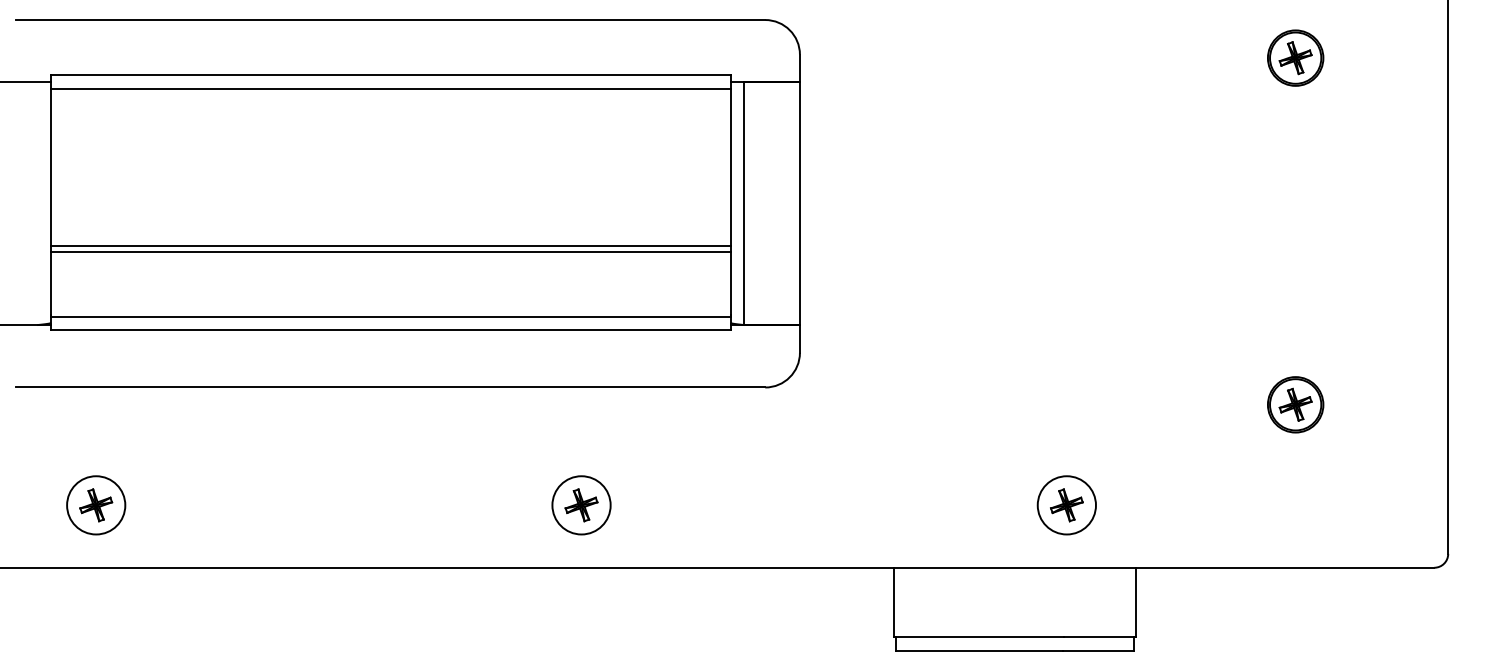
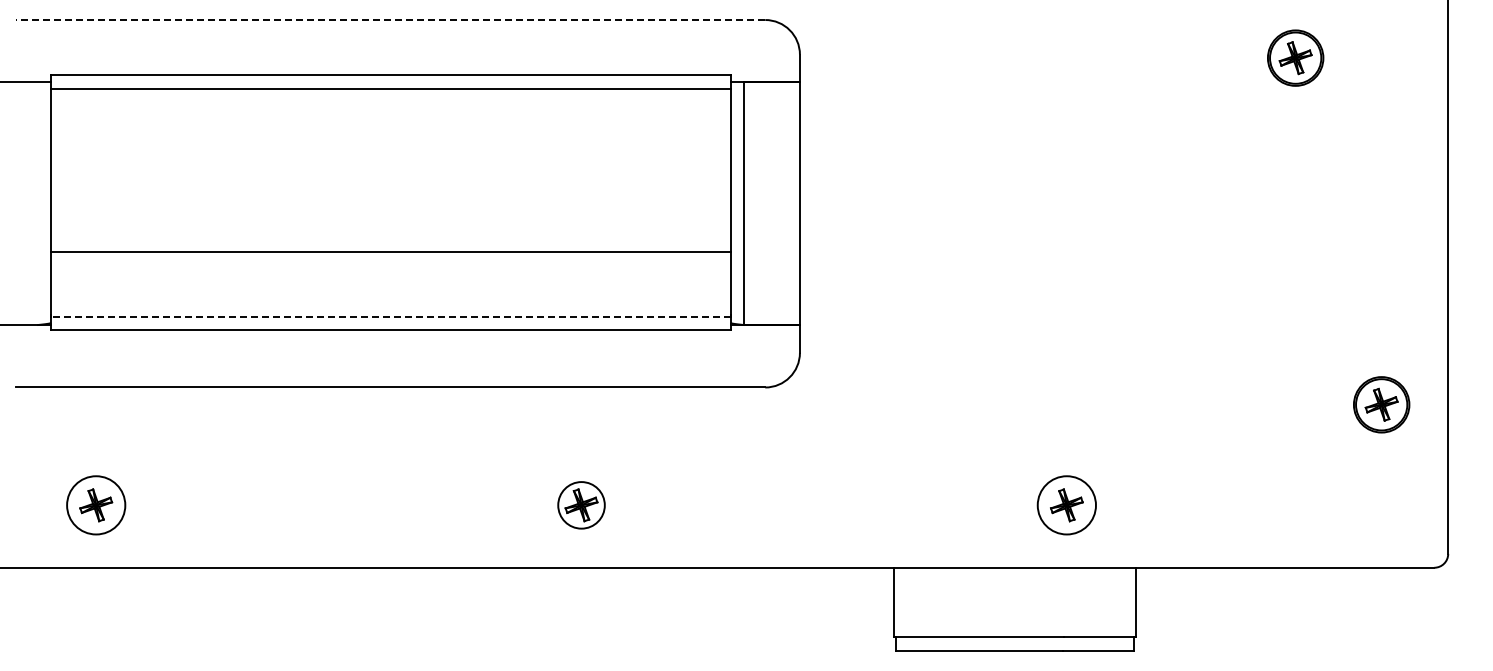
line at (390, 20): solid -> dashed
line at (390, 245): present -> none
line at (390, 316): solid -> dashed
part at (1295, 404) position: (1295, 404) -> (1381, 404)
circle at (581, 505) diameter: 58 px -> 47 px
